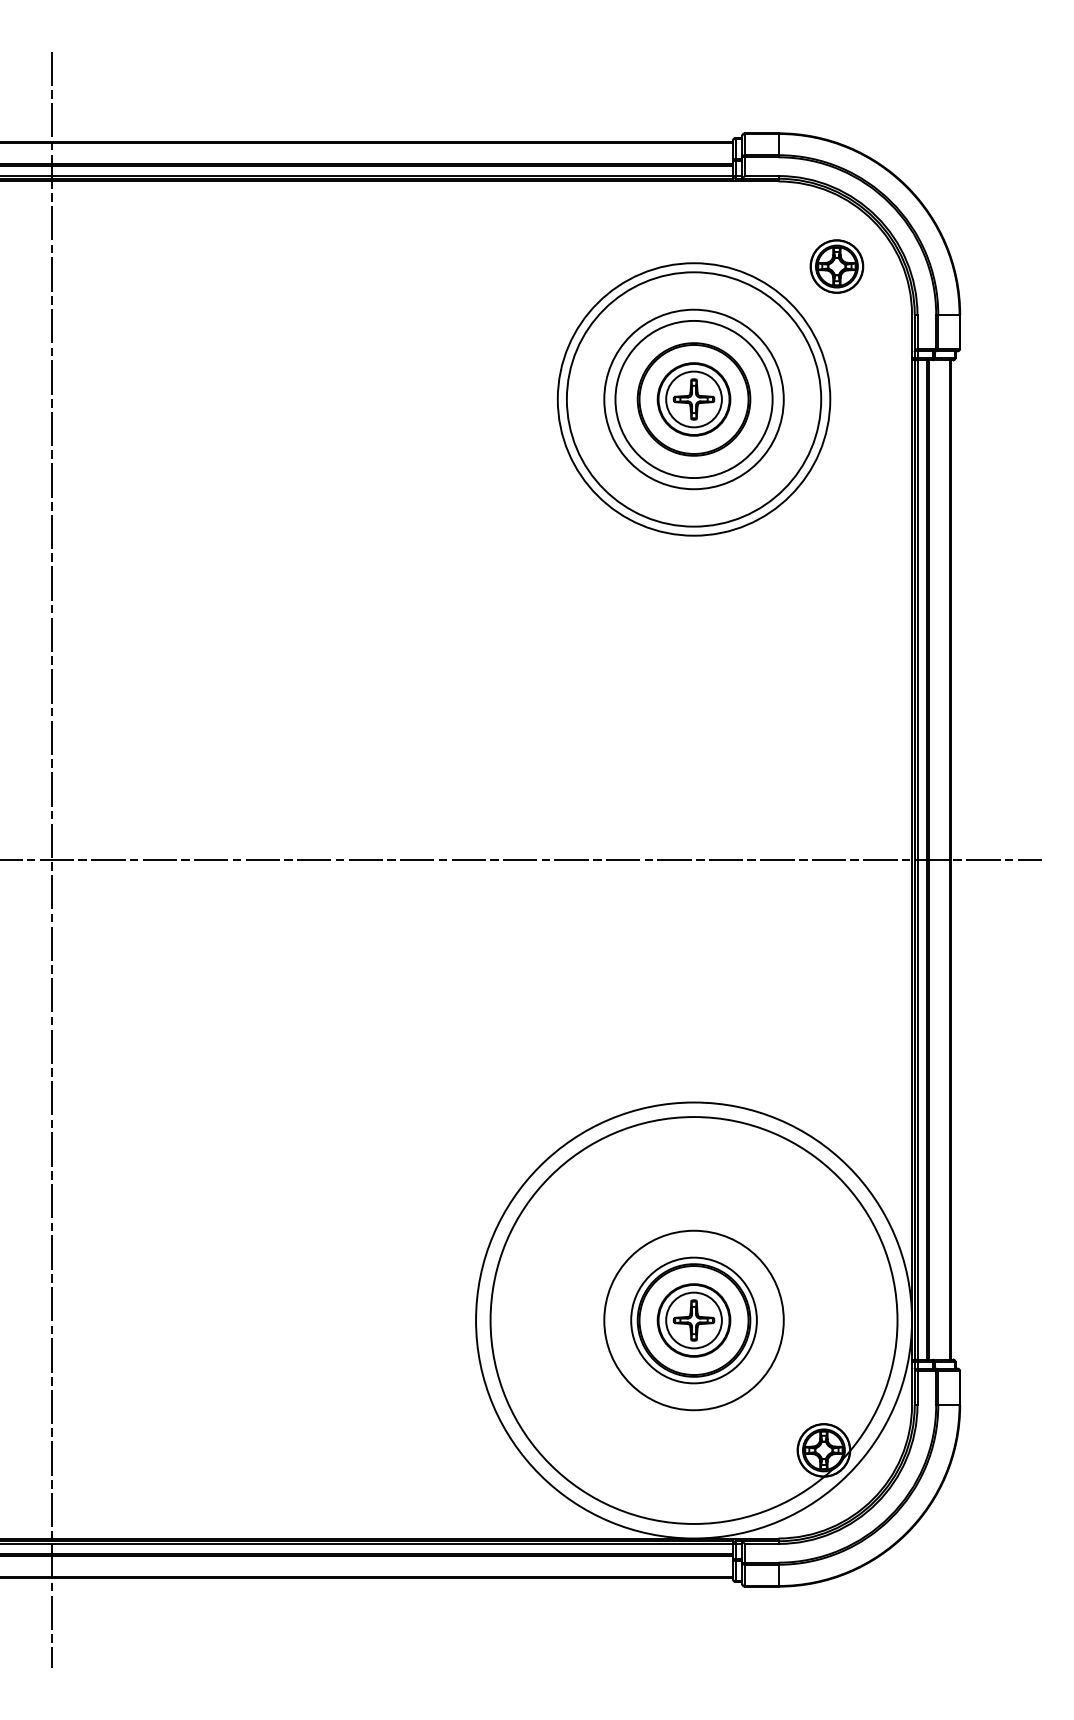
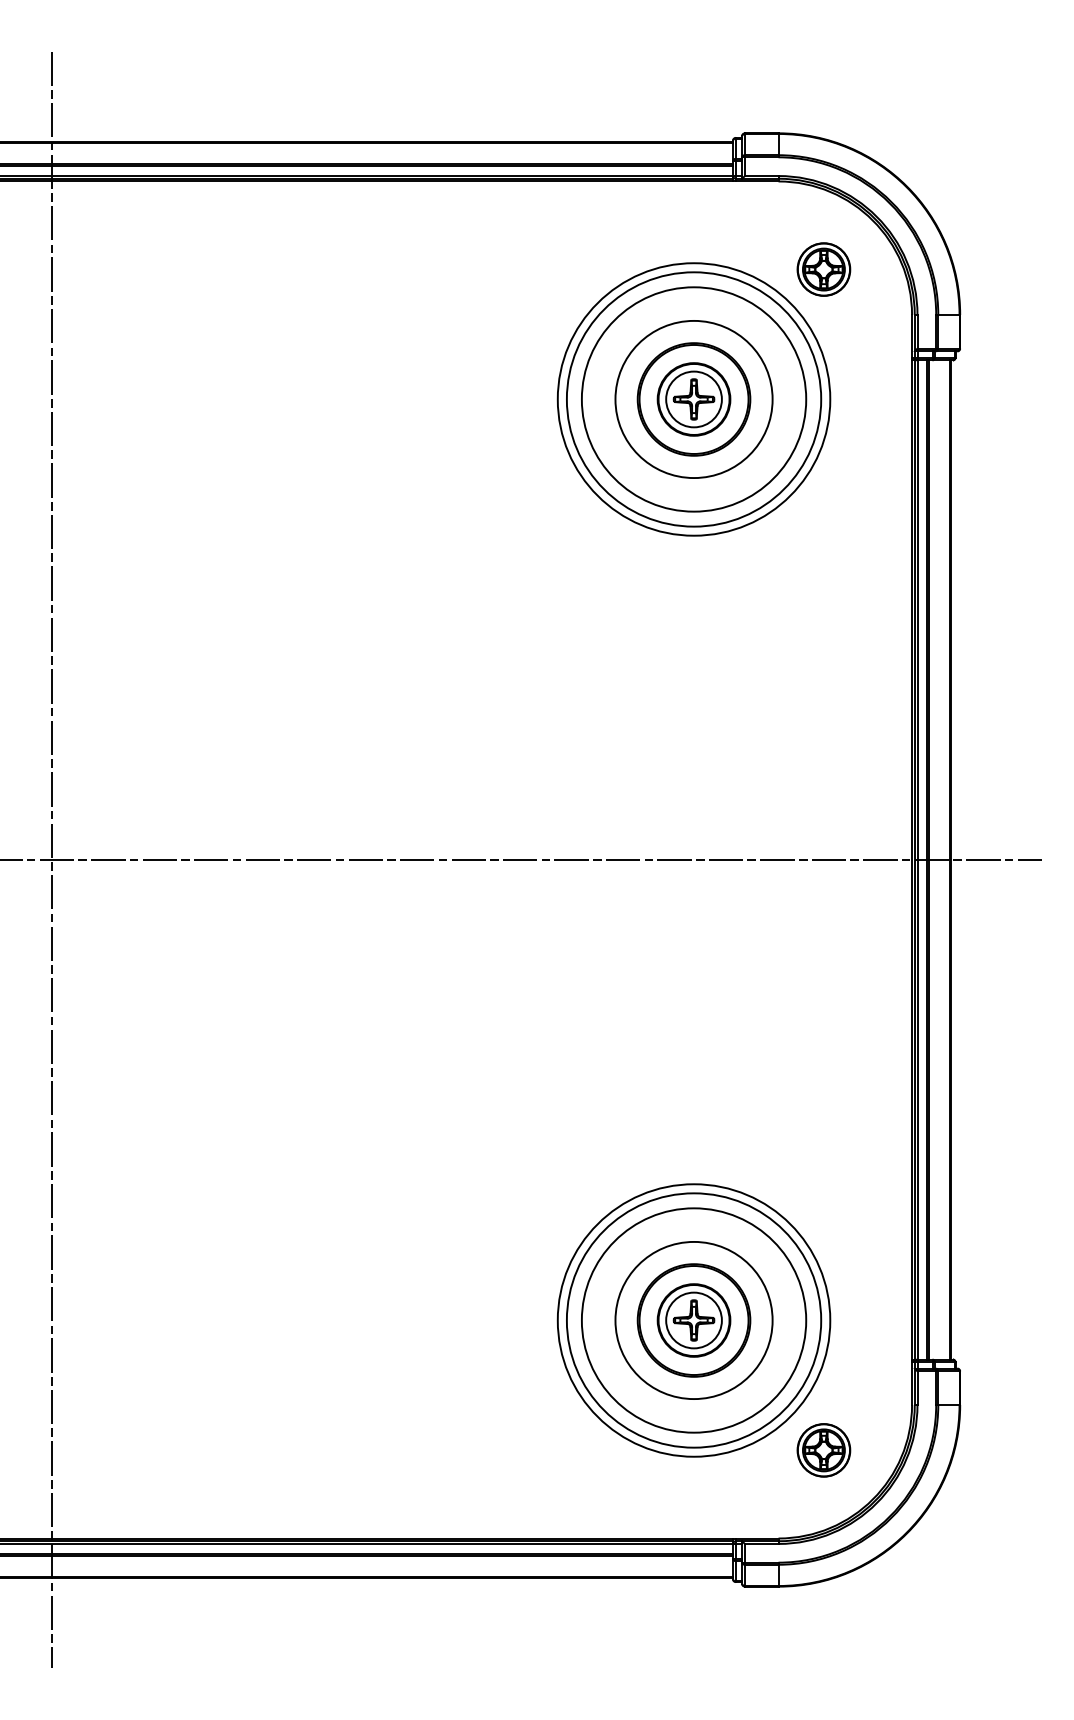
part at (836, 266) position: (836, 266) -> (823, 269)
circle at (693, 399) diameter: 179 px -> 224 px
circle at (693, 1320) diameter: 126 px -> 157 px
circle at (693, 1320) diameter: 179 px -> 224 px
circle at (693, 1320) diameter: 407 px -> 254 px
circle at (694, 1320) diameter: 436 px -> 272 px
